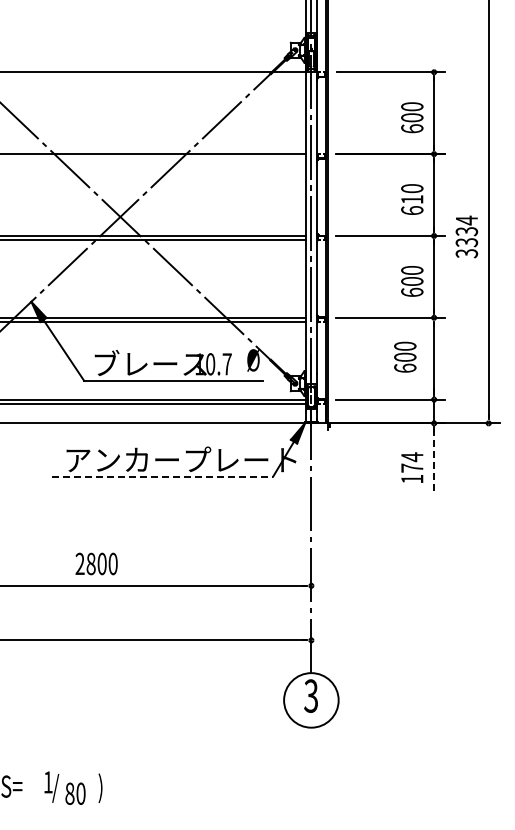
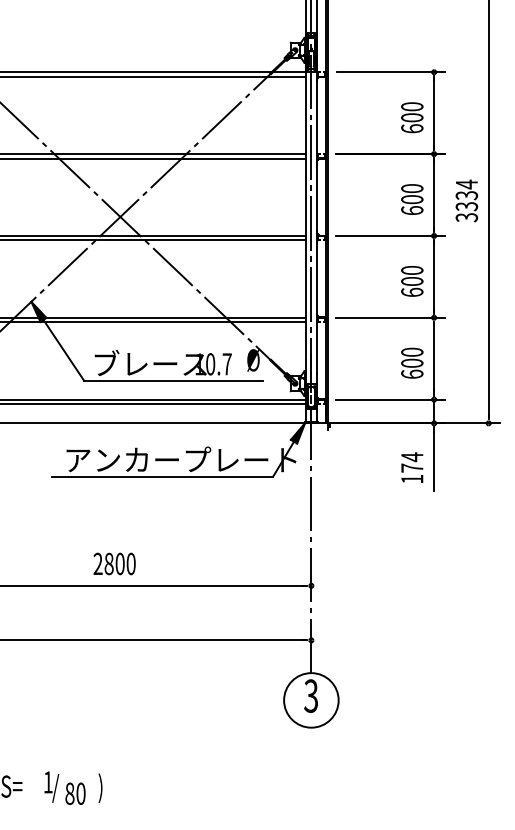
line at (153, 76): none -> present
line at (153, 158): none -> present
text at (412, 199): 610 -> 600
text at (466, 236) position: (466, 236) -> (466, 200)
text at (405, 356) position: (405, 356) -> (412, 362)
line at (434, 460): dashed -> solid
line at (162, 476): dashed -> solid
text at (96, 563) position: (96, 563) -> (114, 563)
